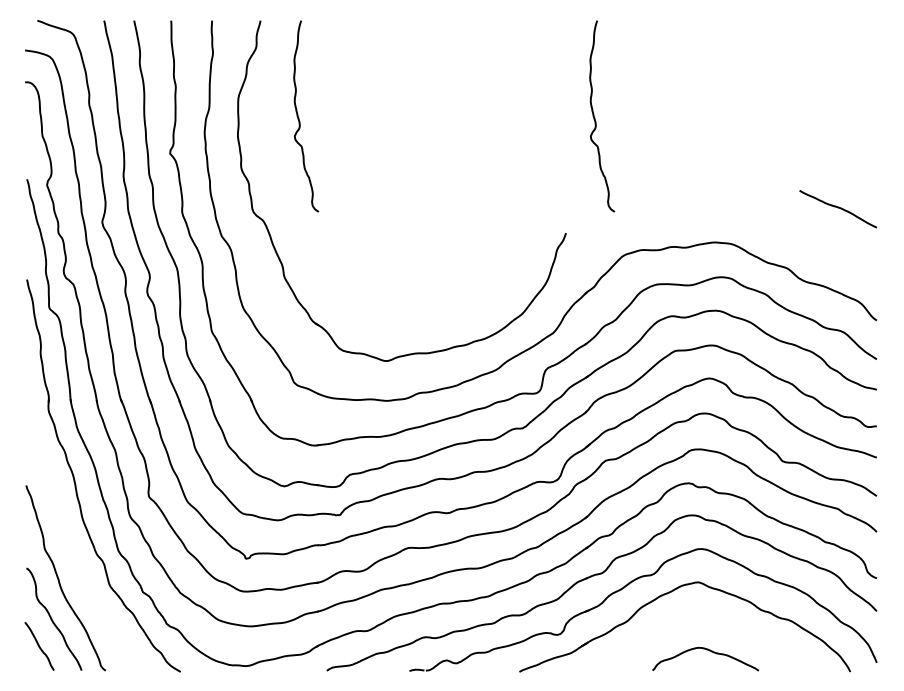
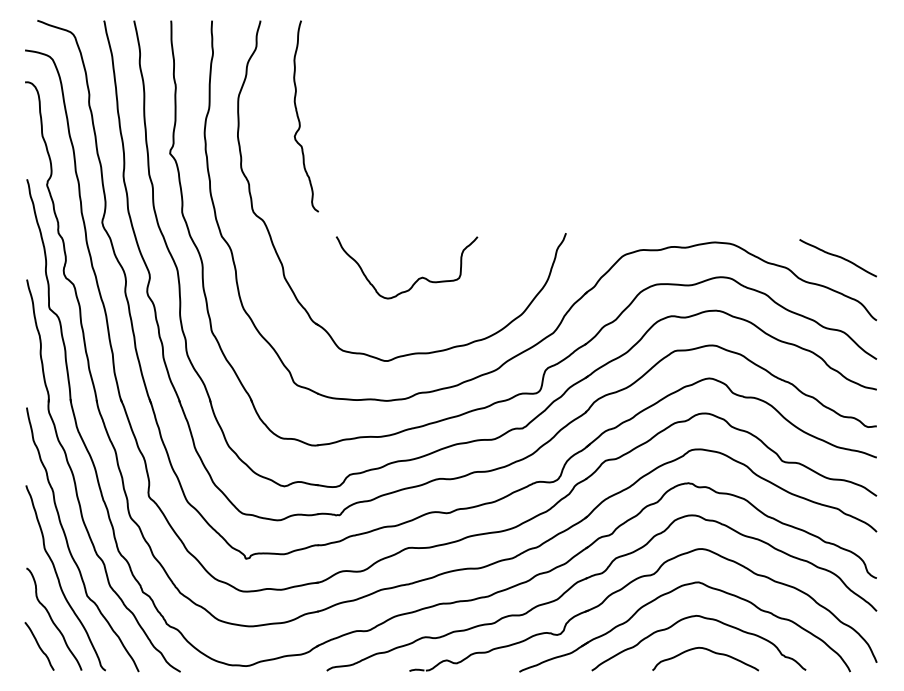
curve at (595, 118): present -> none
curve at (837, 208) position: (837, 208) -> (837, 257)
curve at (418, 278): none -> present
curve at (68, 542): none -> present
curve at (706, 619): none -> present
